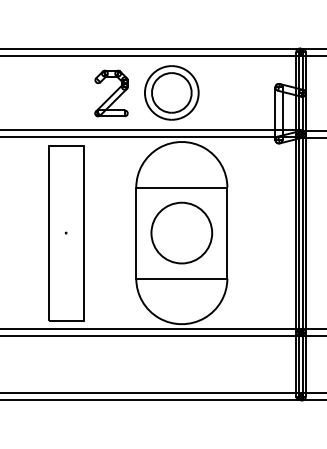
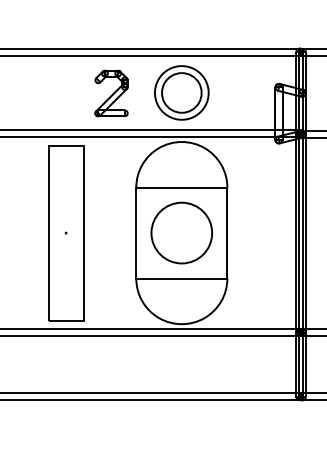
part at (171, 92) position: (171, 92) -> (181, 92)
